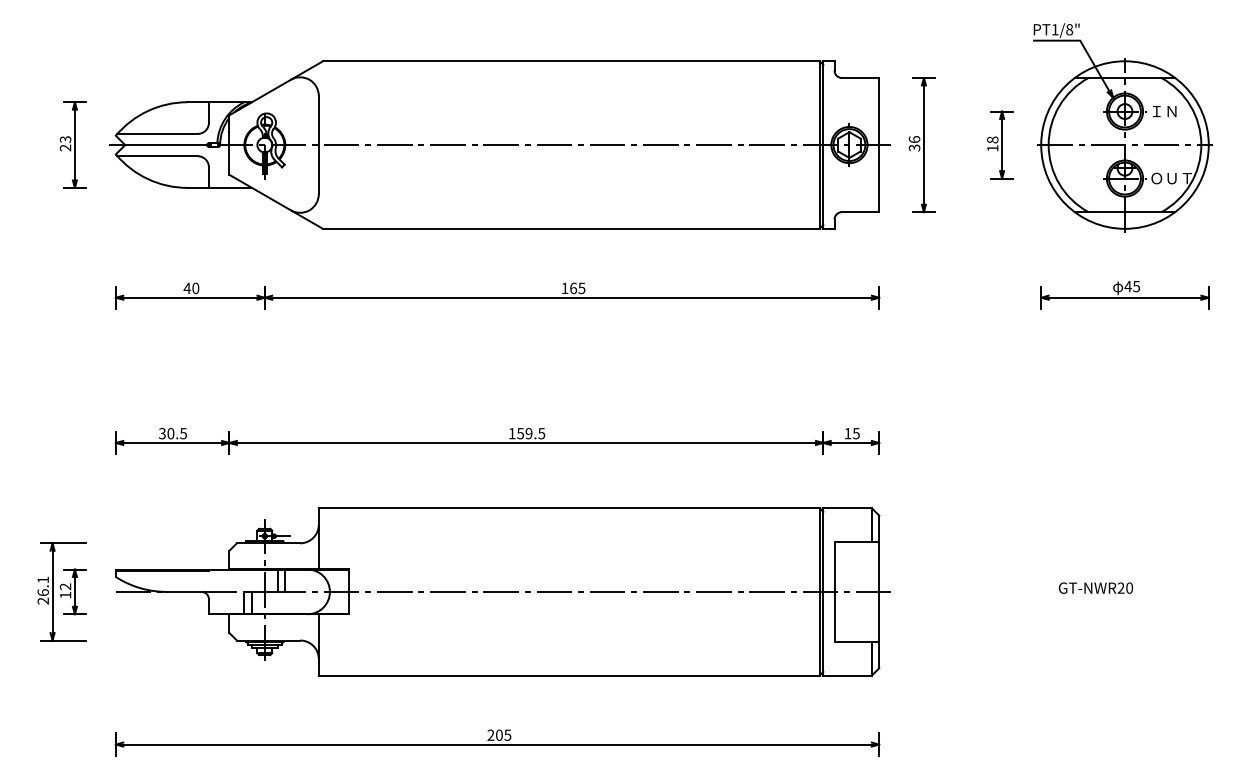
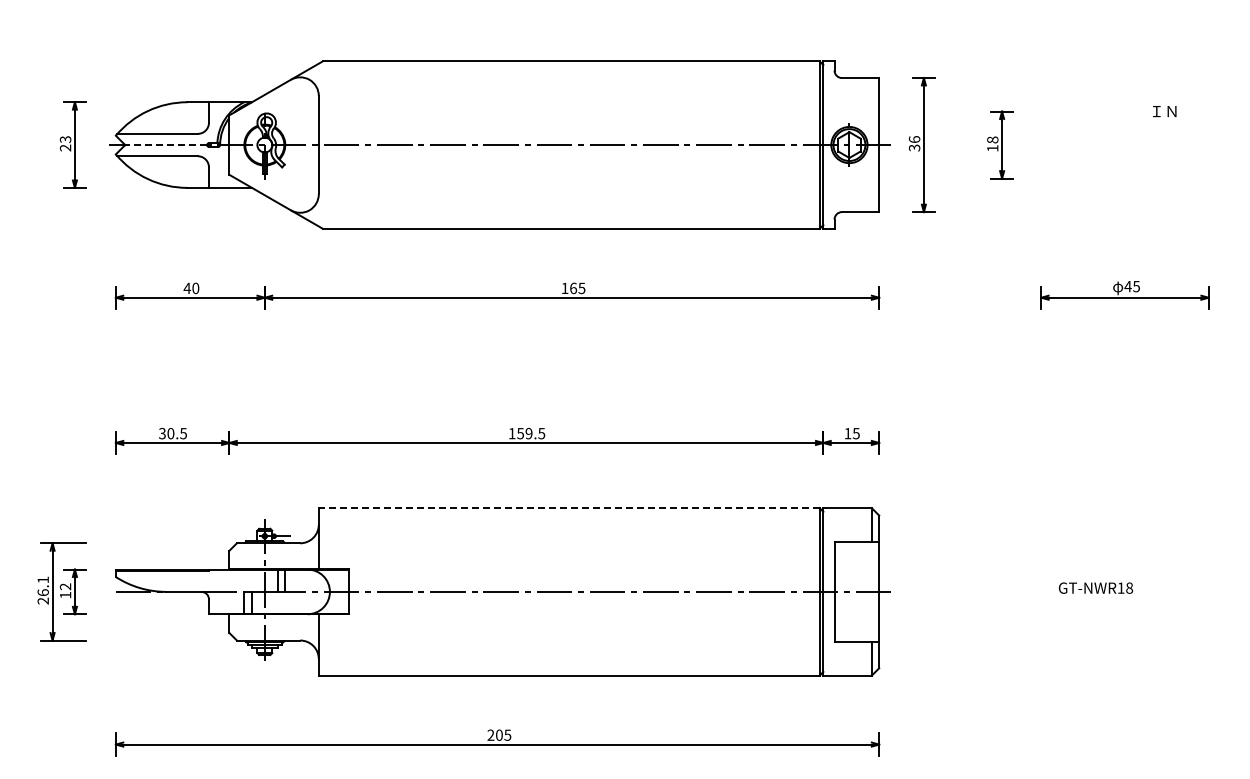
part at (1122, 127): present -> none
line at (166, 145): solid -> dashed
line at (568, 508): solid -> dashed
text at (1125, 587): GT-NWR20 -> GT-NWR18
